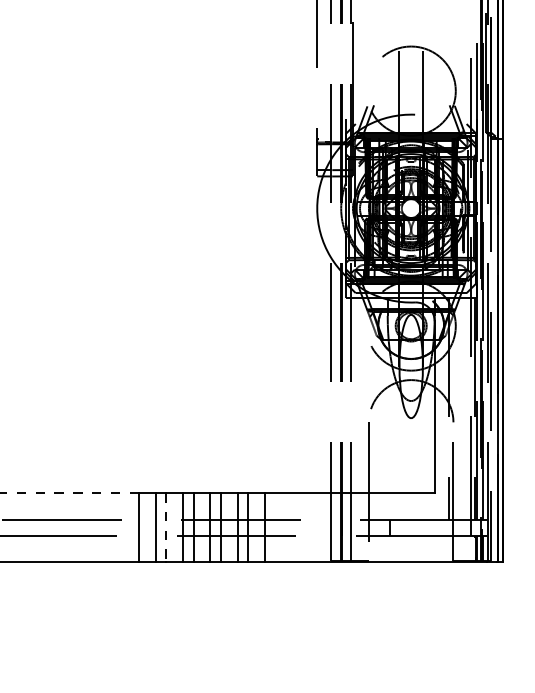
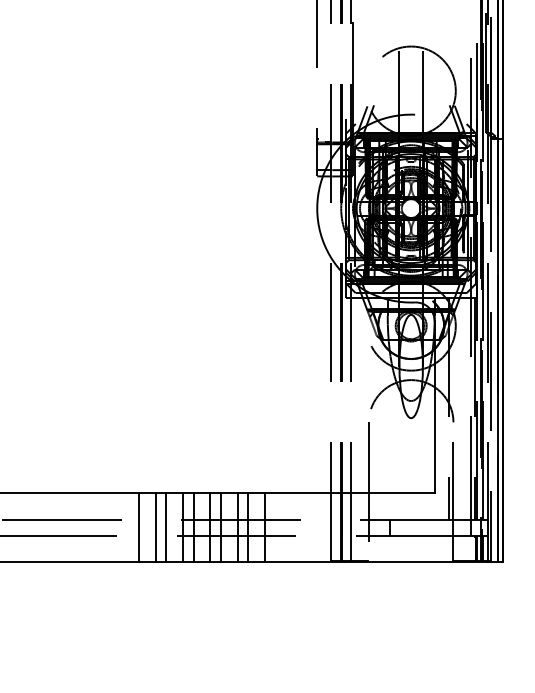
line at (69, 493): dashed -> solid
line at (166, 527): dashed -> solid
